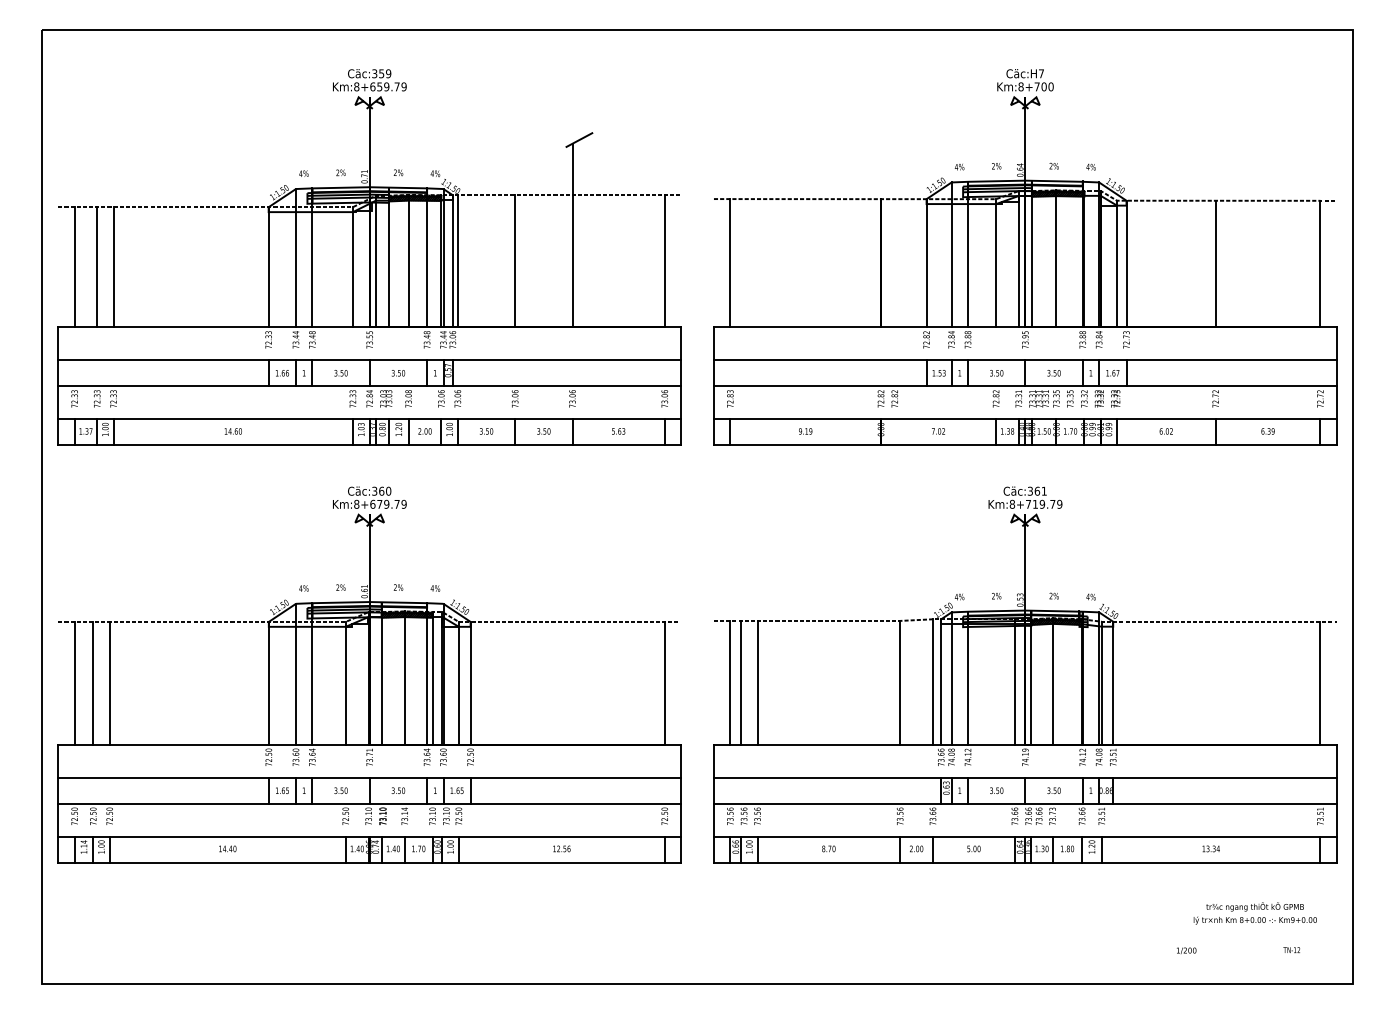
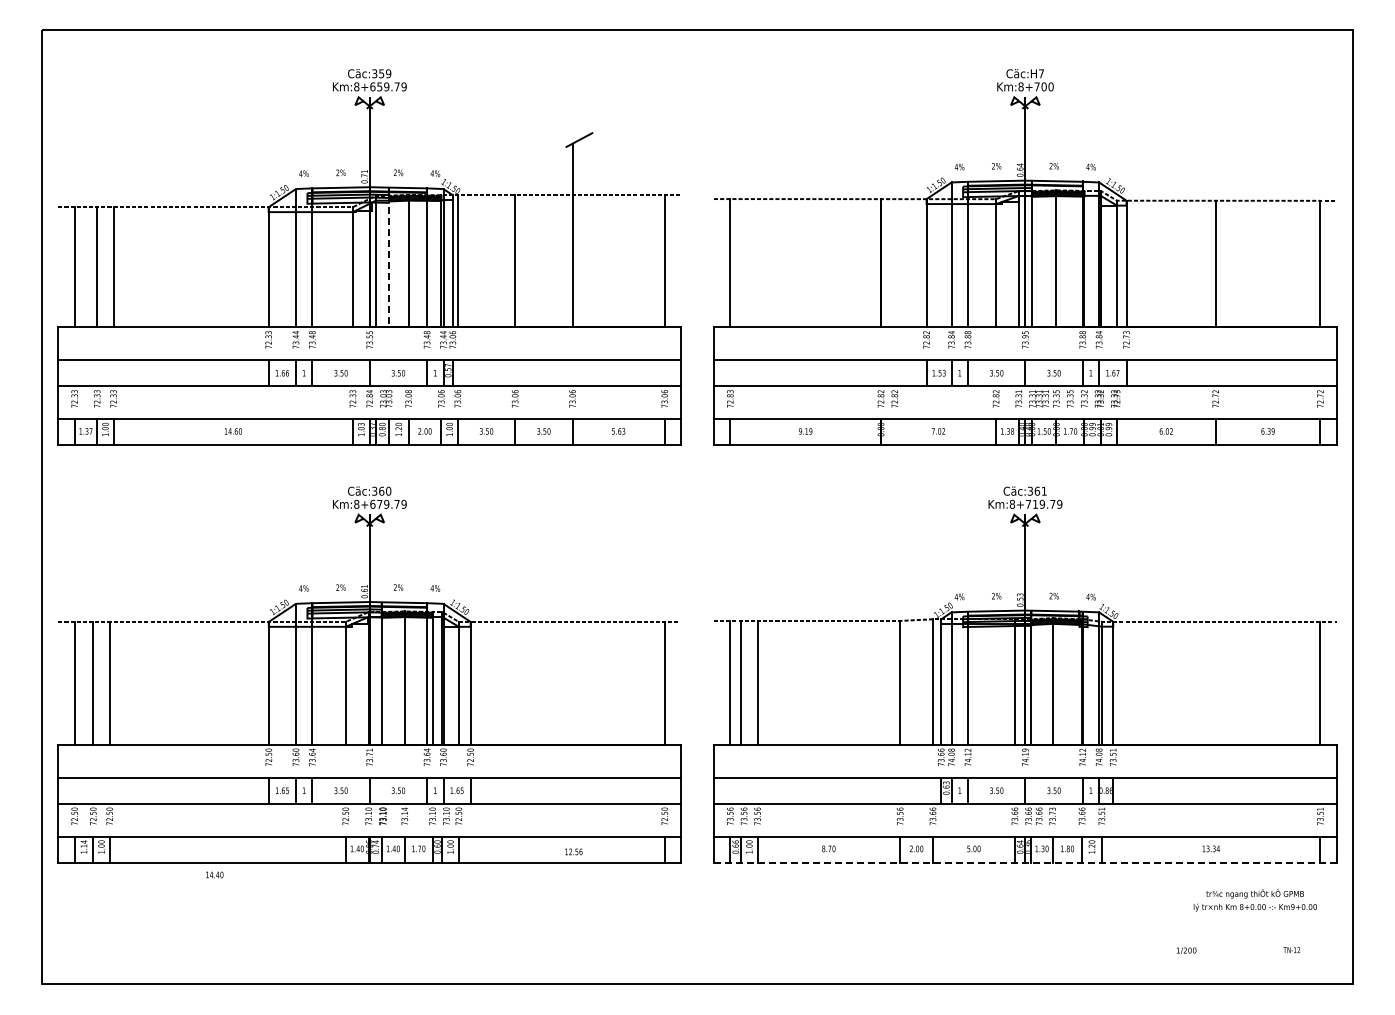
line at (388, 261): solid -> dashed
text at (227, 848) position: (227, 848) -> (214, 874)
text at (561, 848) position: (561, 848) -> (573, 851)
line at (1025, 862): solid -> dashed
text at (1254, 913) position: (1254, 913) -> (1254, 900)
